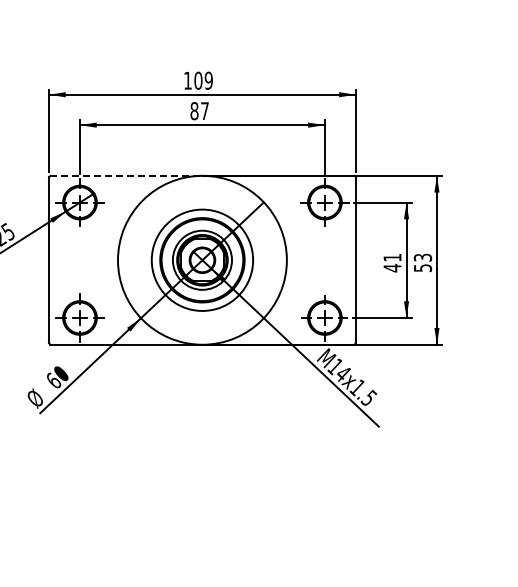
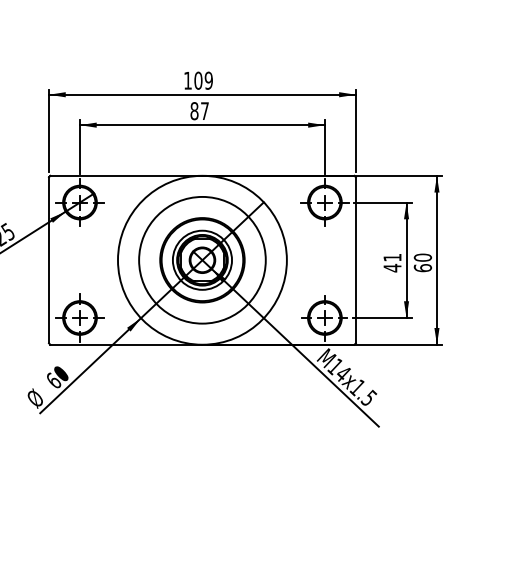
line at (126, 175): dashed -> solid
circle at (202, 259) diameter: 101 px -> 127 px
text at (422, 262): 53 -> 60
